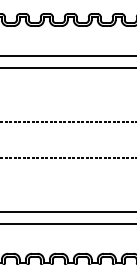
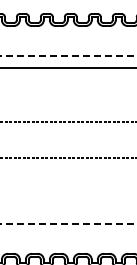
line at (68, 56): solid -> dashed
line at (67, 211): present -> none
line at (68, 223): solid -> dashed
